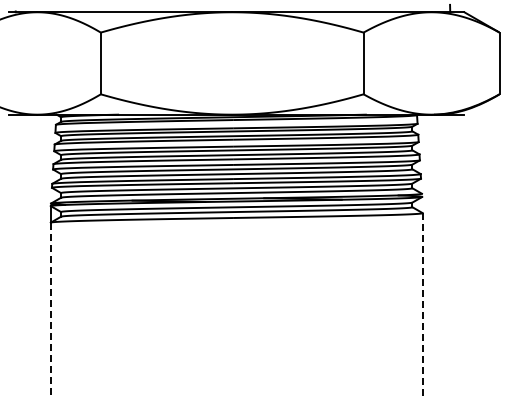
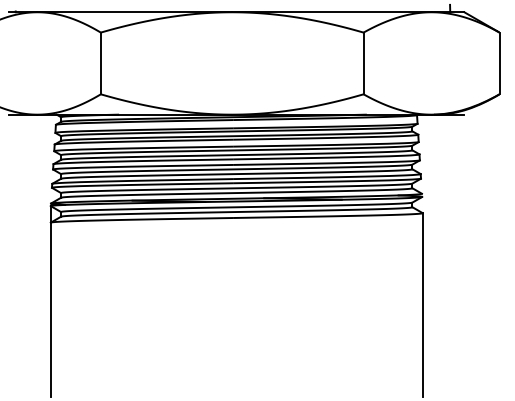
line at (422, 305): dashed -> solid
line at (50, 310): dashed -> solid
